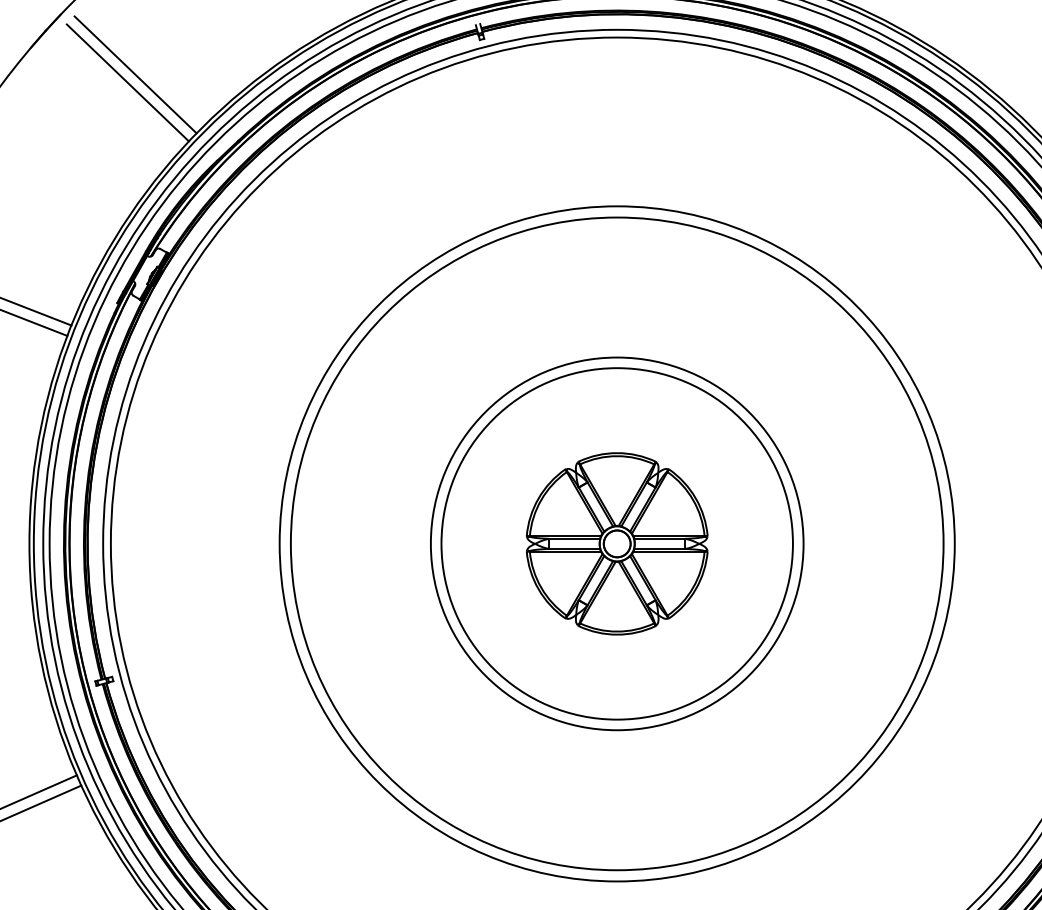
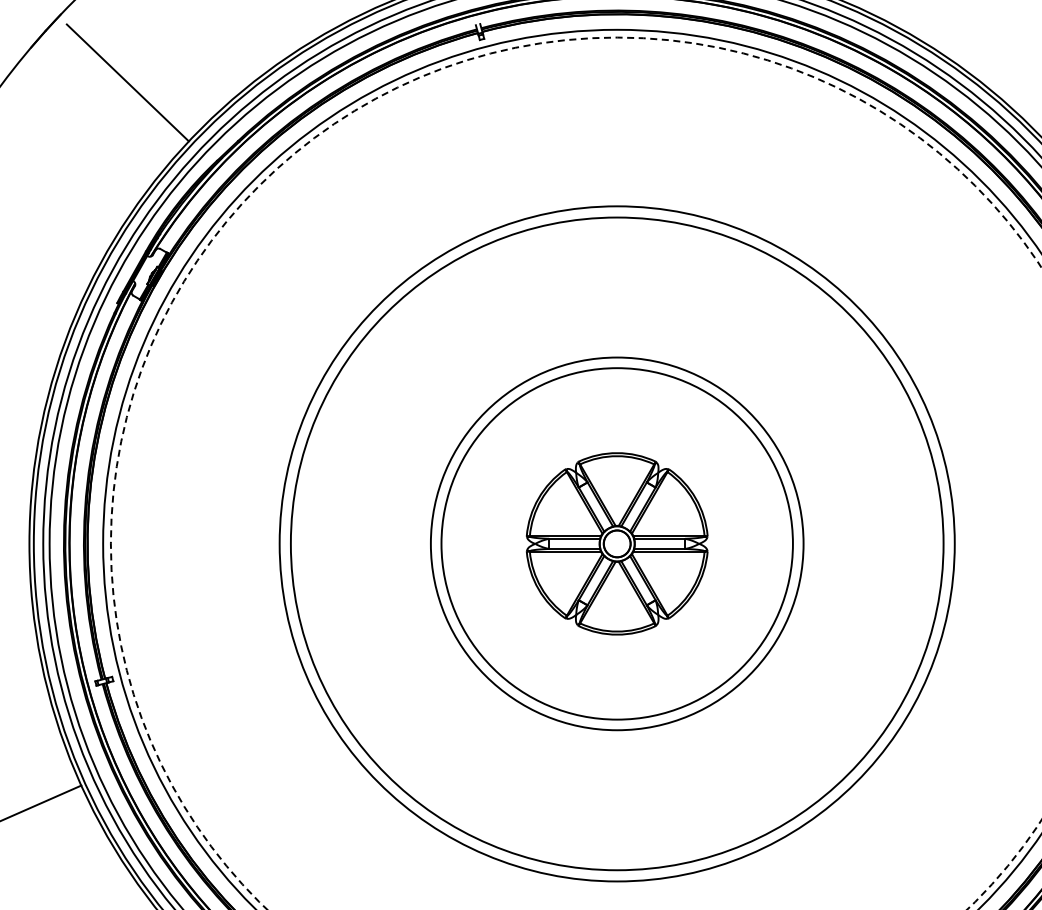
line at (135, 74): present -> none
line at (36, 311): present -> none
line at (34, 322): present -> none
circle at (575, 473): solid -> dashed
line at (39, 791): present -> none
